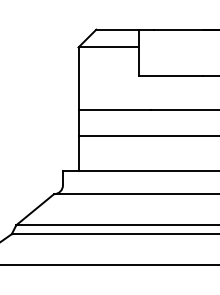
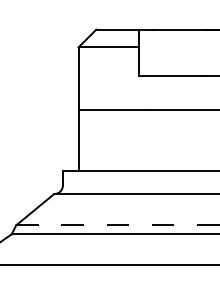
line at (147, 136): present -> none
line at (118, 225): solid -> dashed
